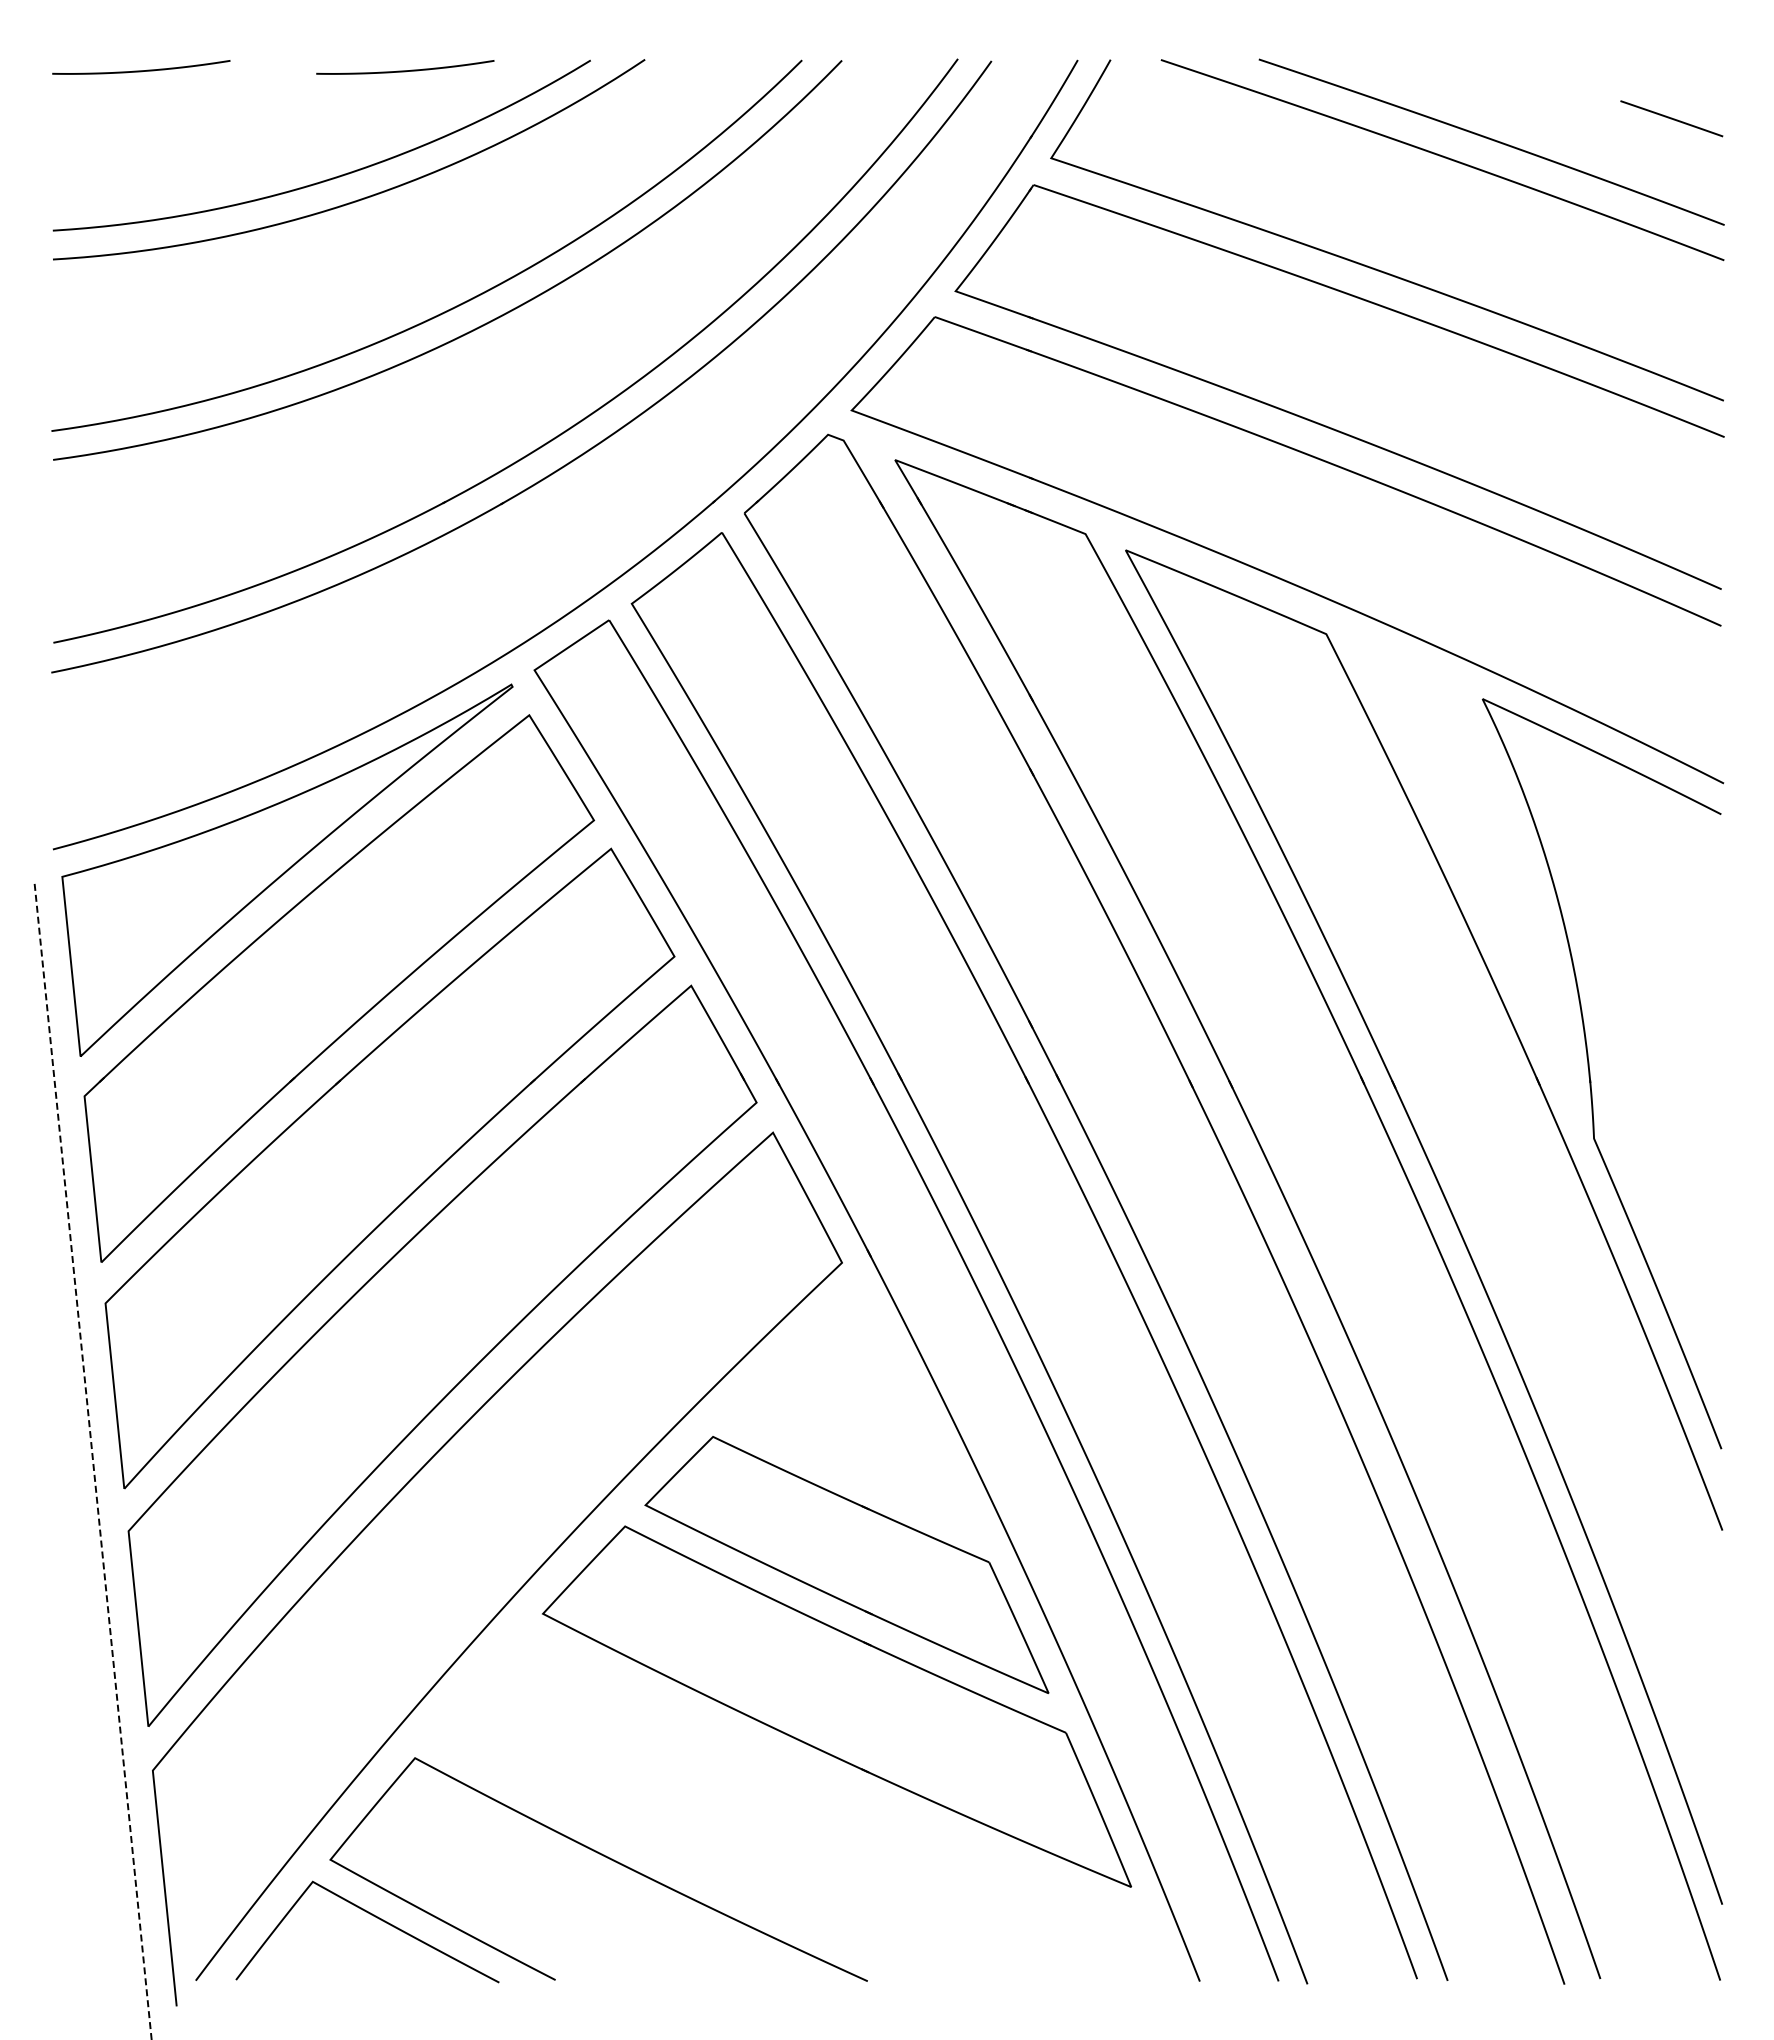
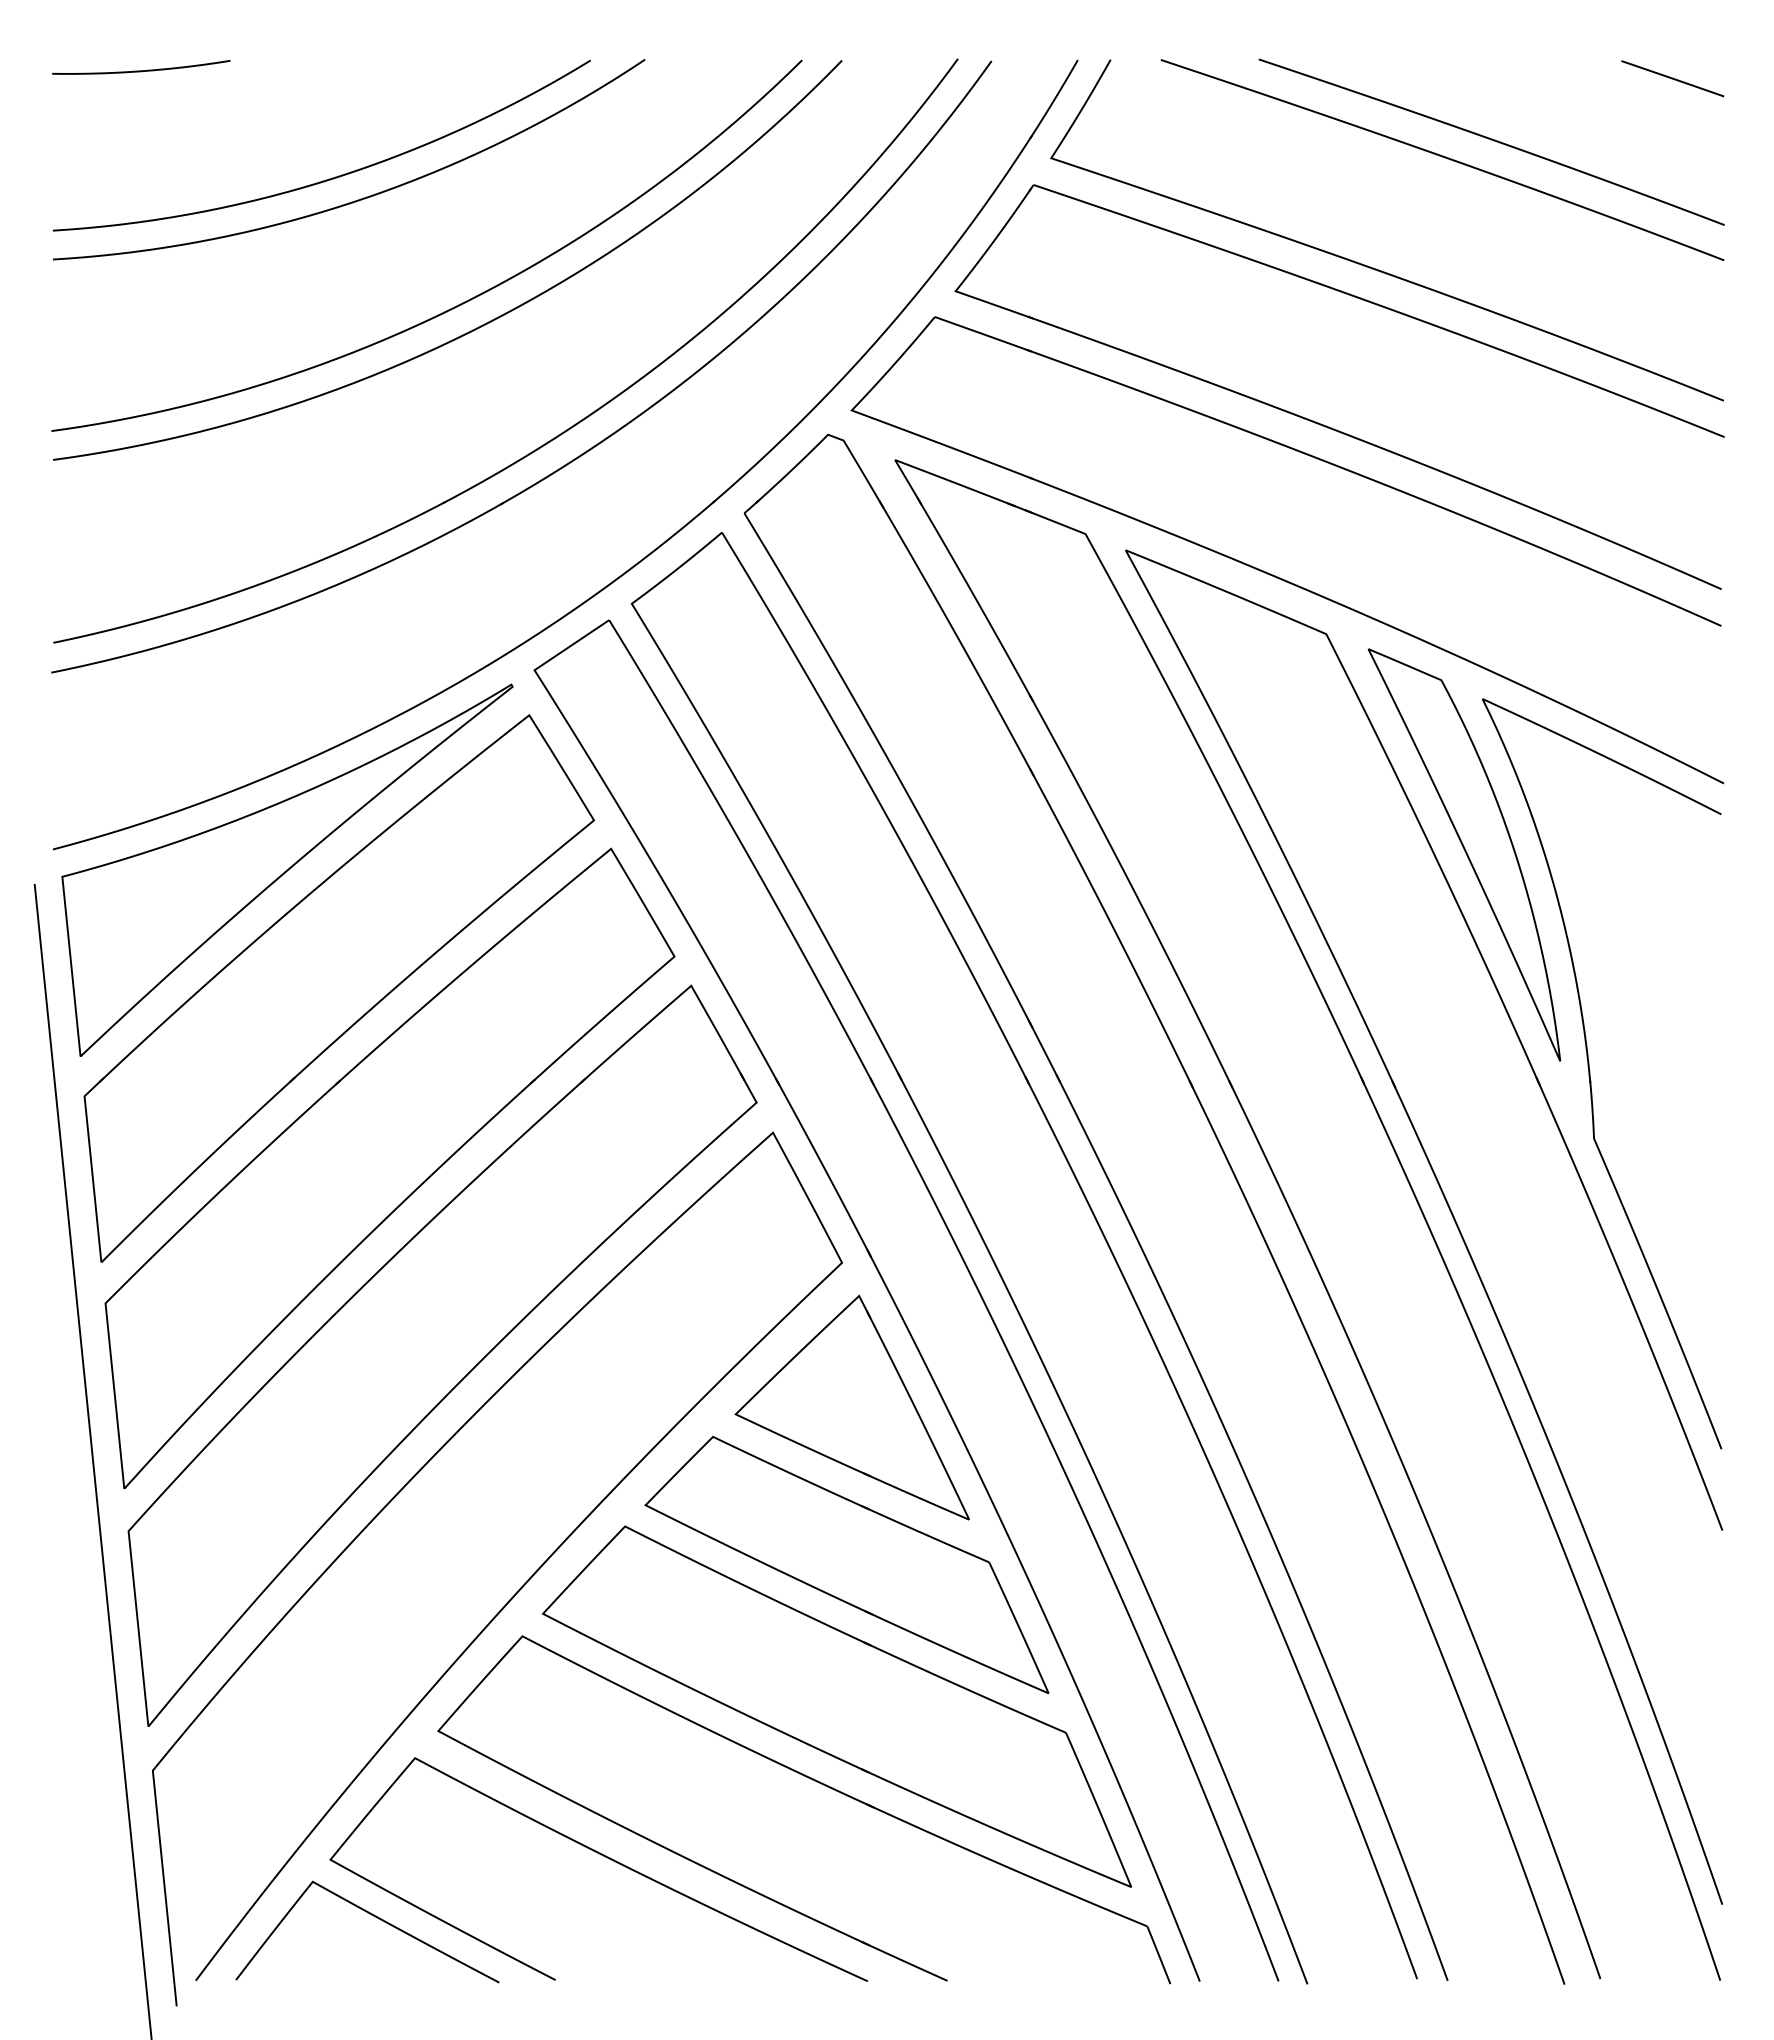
curve at (405, 70): present -> none
line at (1671, 118) position: (1671, 118) -> (1672, 78)
part at (1464, 854): none -> present
part at (851, 1407): none -> present
line at (93, 1461): dashed -> solid
part at (816, 1782): none -> present
